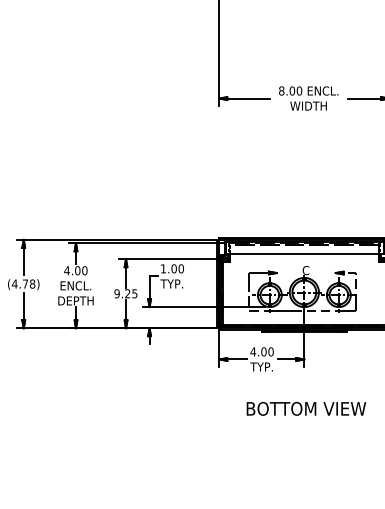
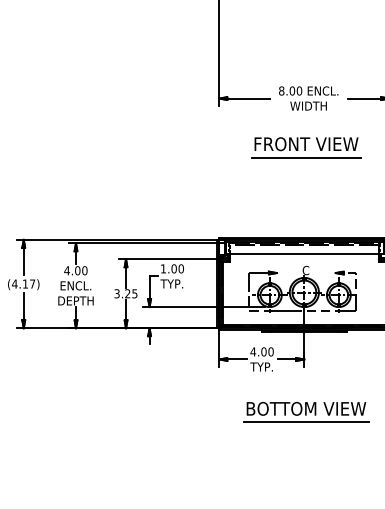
part at (306, 147): none -> present
text at (29, 283): (4.78) -> (4.17)
text at (116, 293): 9.25 -> 3.25
line at (305, 422): none -> present
